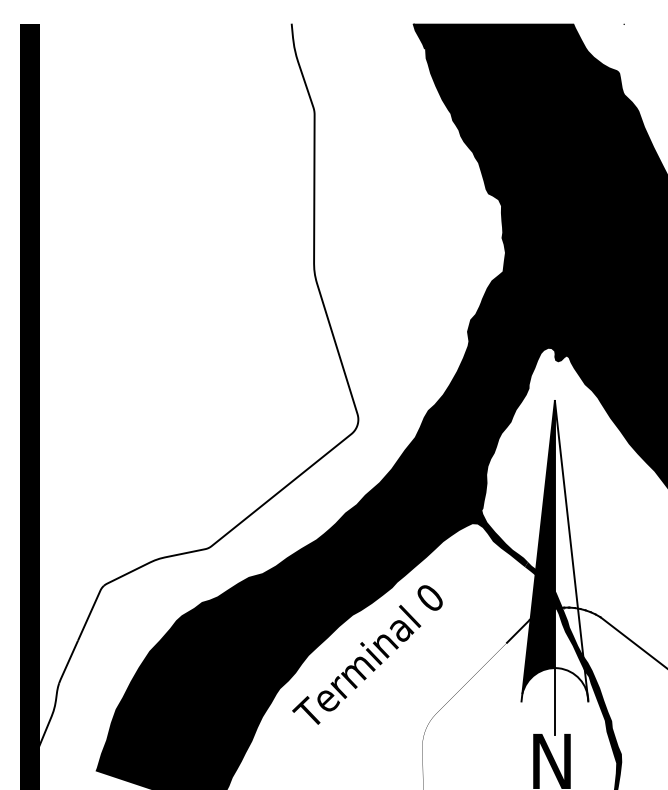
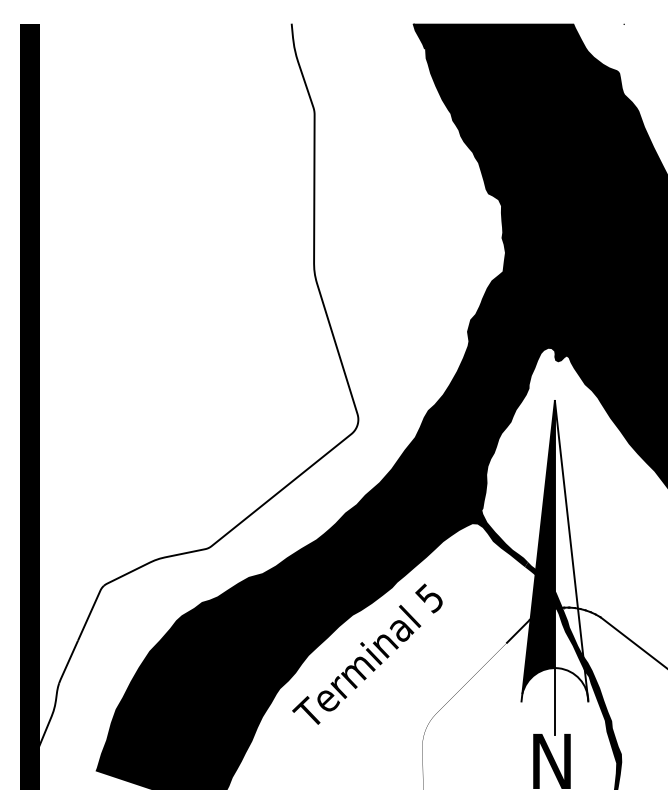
text at (428, 598): 0 -> 5
